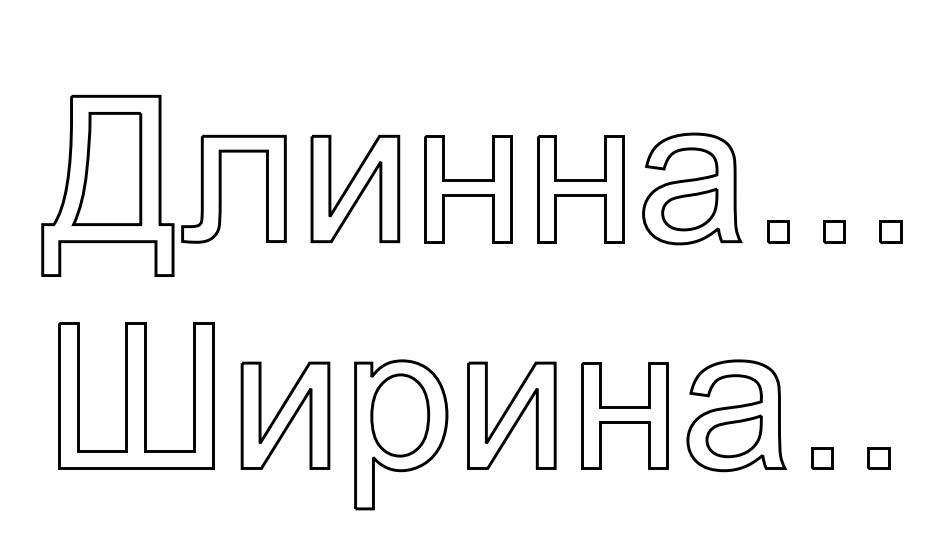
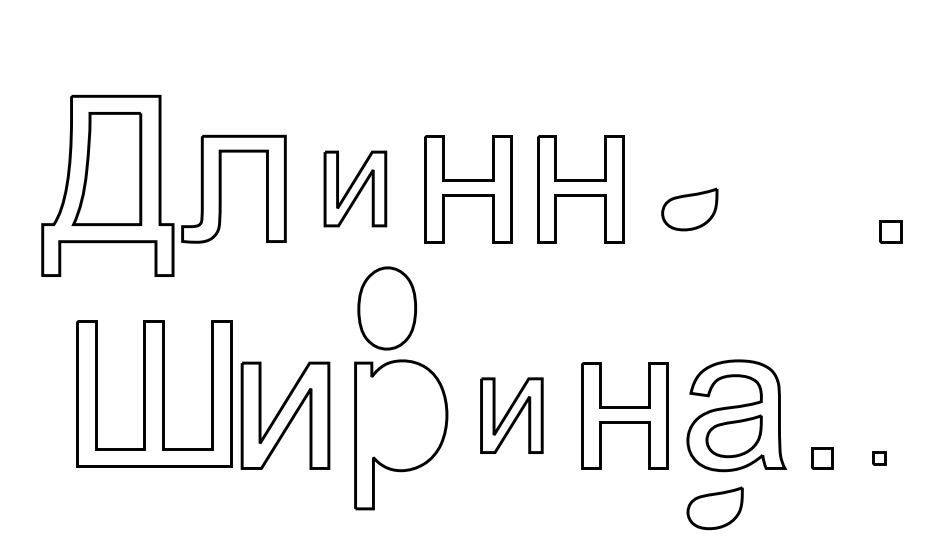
part at (355, 188) size: 91x110 px -> 65x78 px
part at (692, 188): present -> none
part at (778, 231): present -> none
part at (834, 231): present -> none
part at (136, 395) position: (136, 395) -> (154, 393)
part at (400, 415) position: (400, 415) -> (387, 308)
part at (511, 415) size: 90x109 px -> 64x77 px
part at (878, 458) size: 24x23 px -> 15x15 px
part at (714, 508): none -> present
